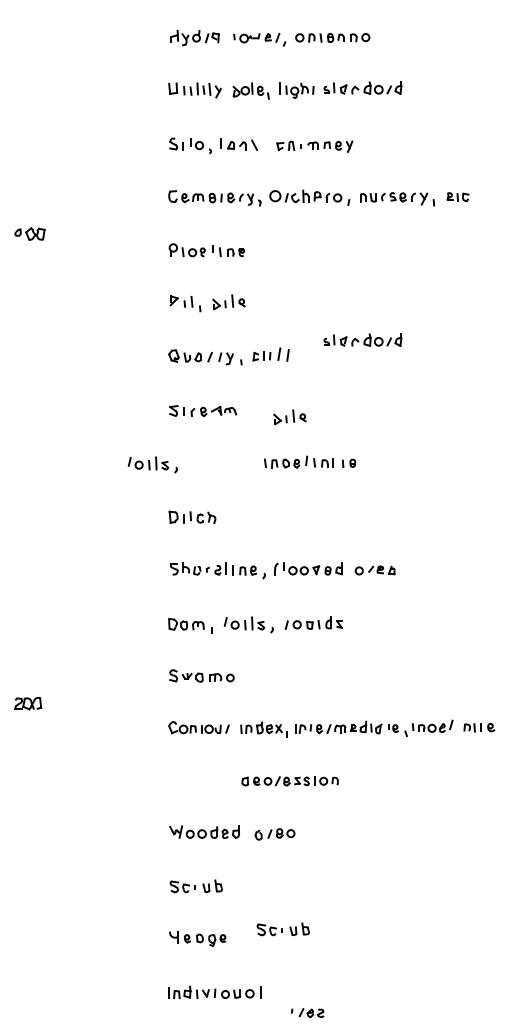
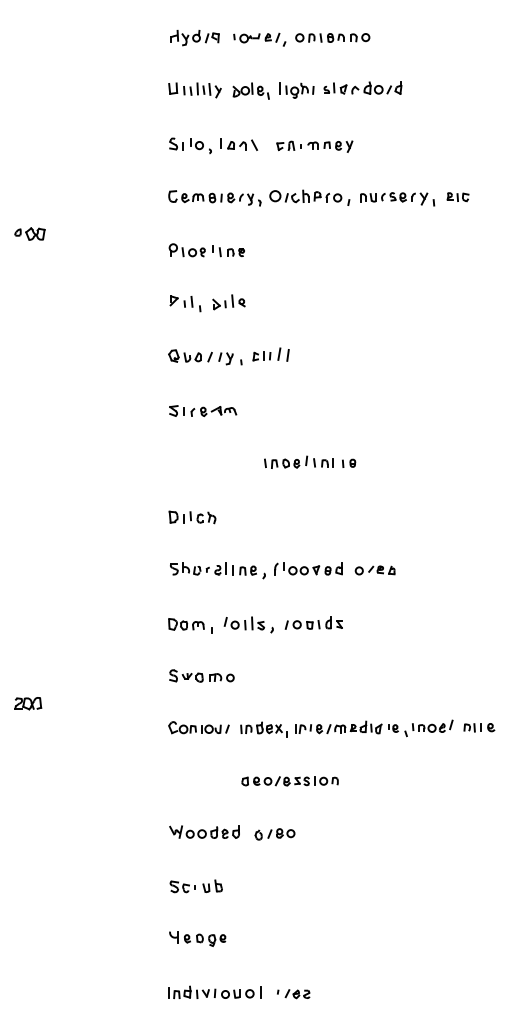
part at (362, 339): present -> none
part at (289, 417): present -> none
part at (152, 464): present -> none
part at (282, 929): present -> none
part at (307, 1013) position: (307, 1013) -> (293, 994)
